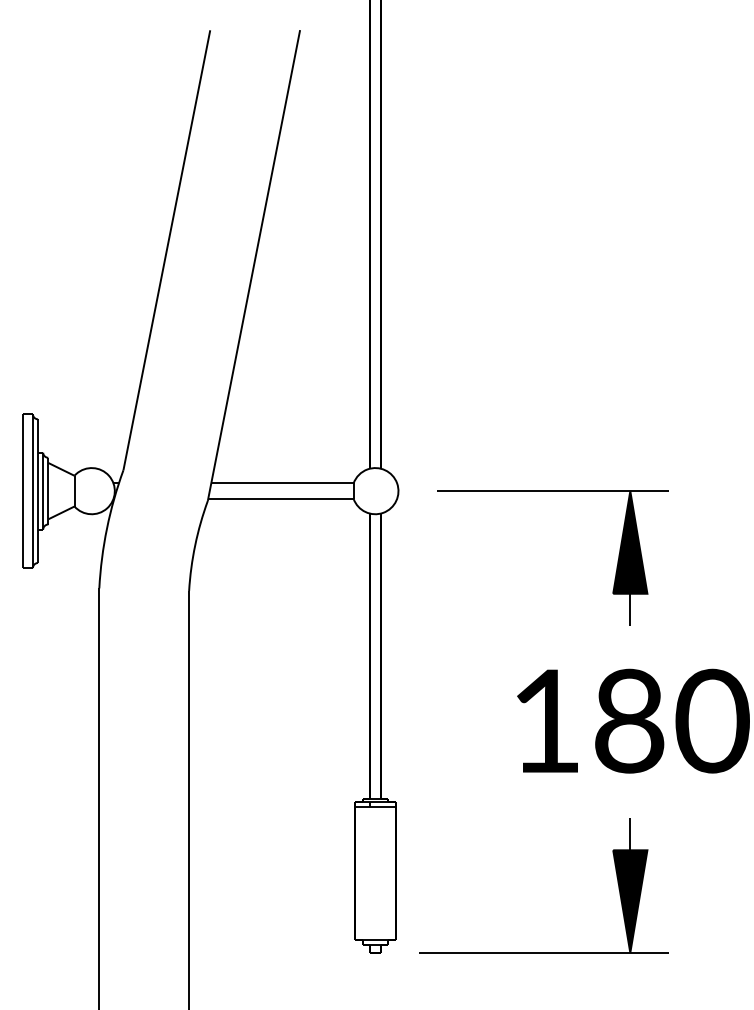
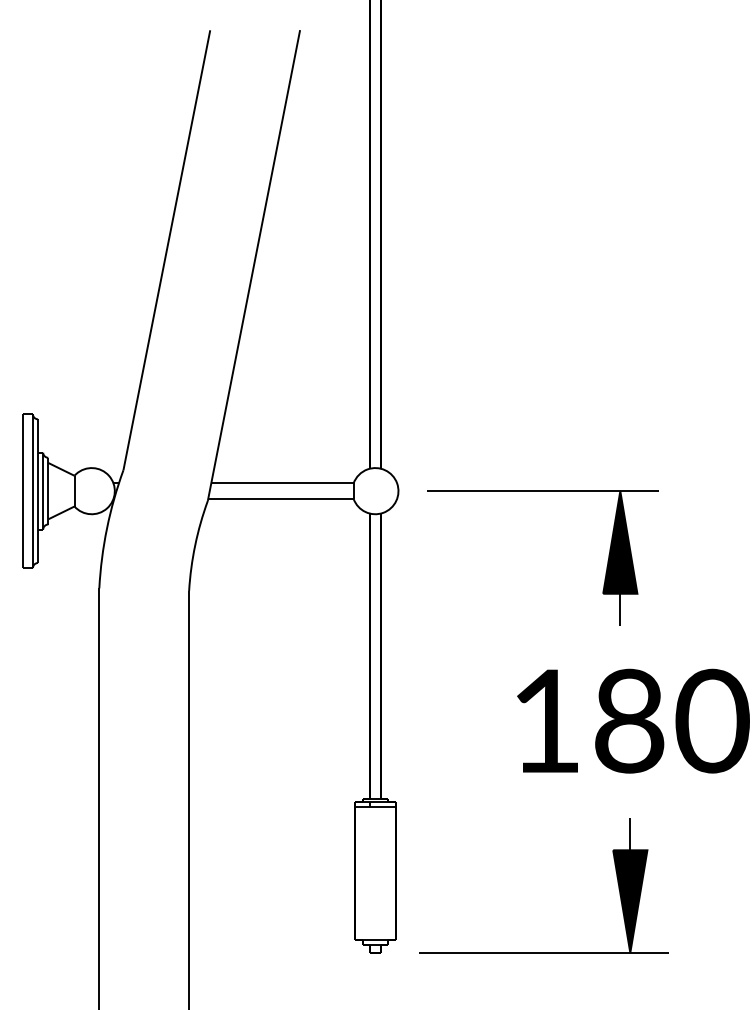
part at (616, 566) position: (616, 566) -> (606, 566)
